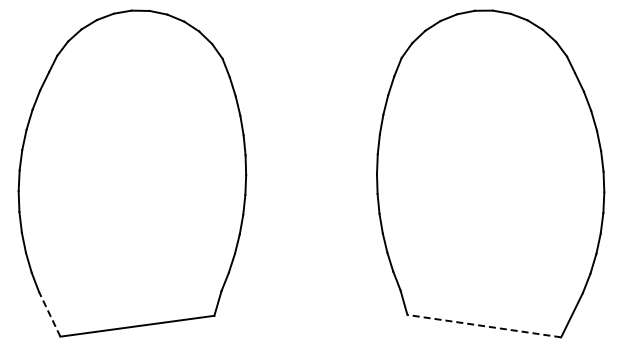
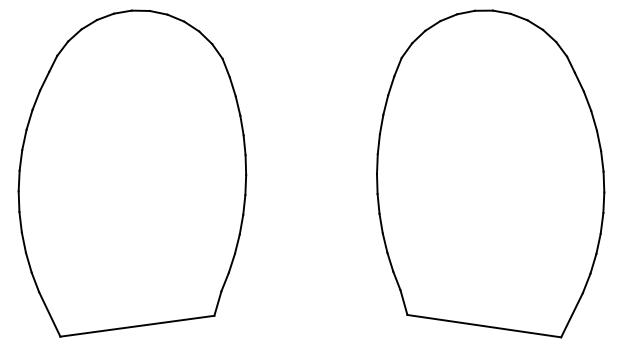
line at (49, 314): dashed -> solid
line at (484, 326): dashed -> solid
